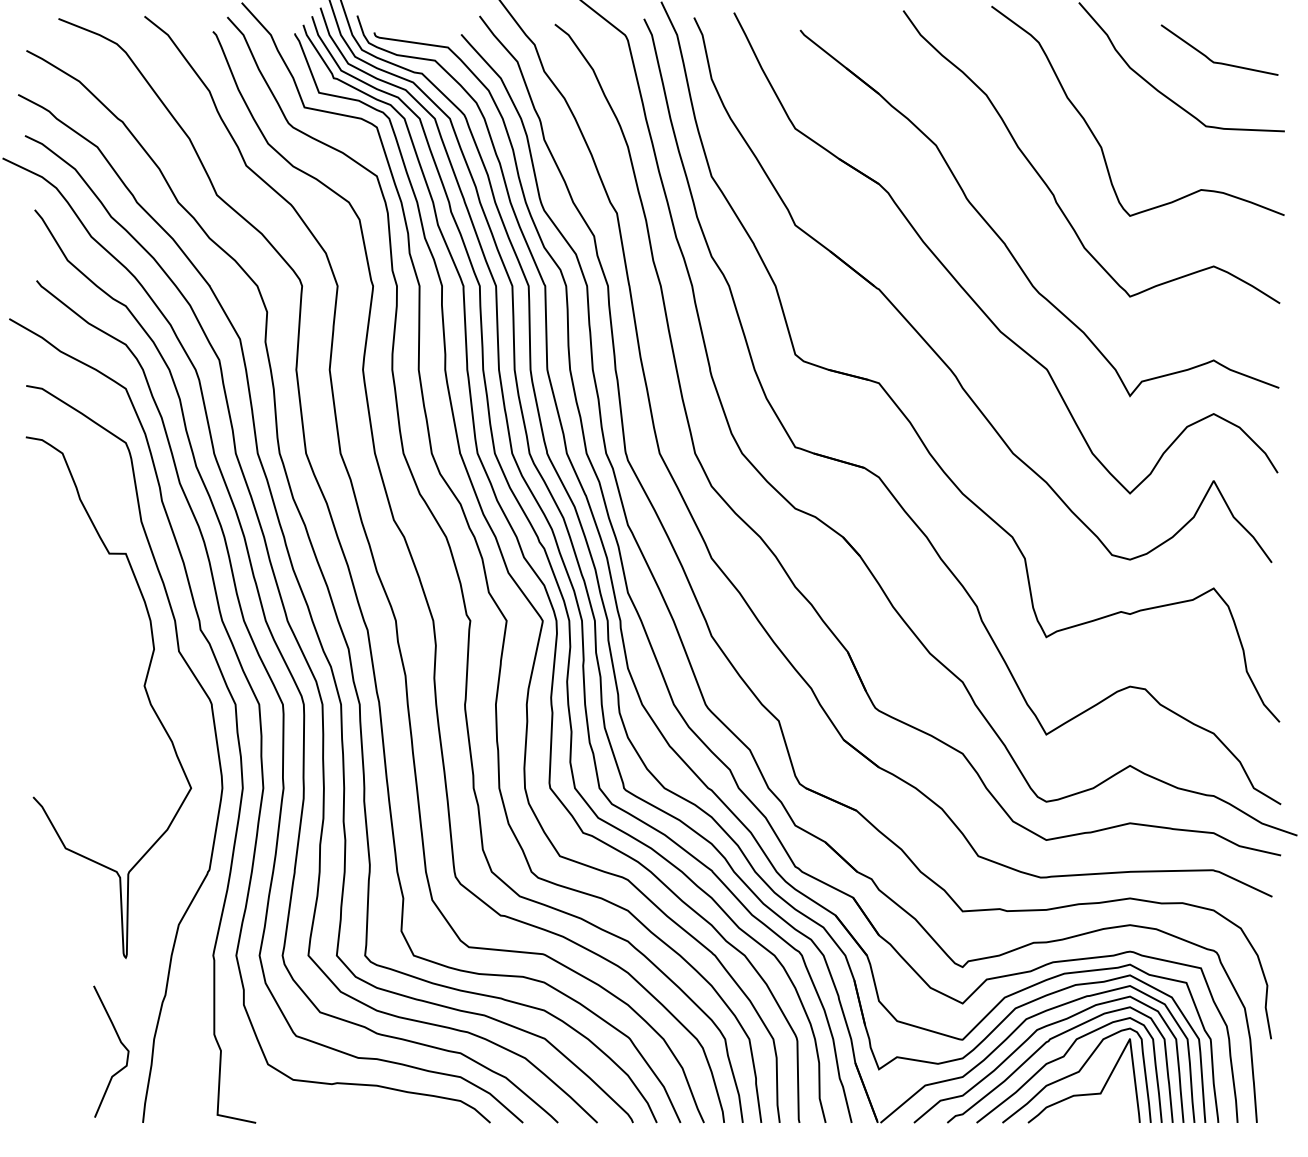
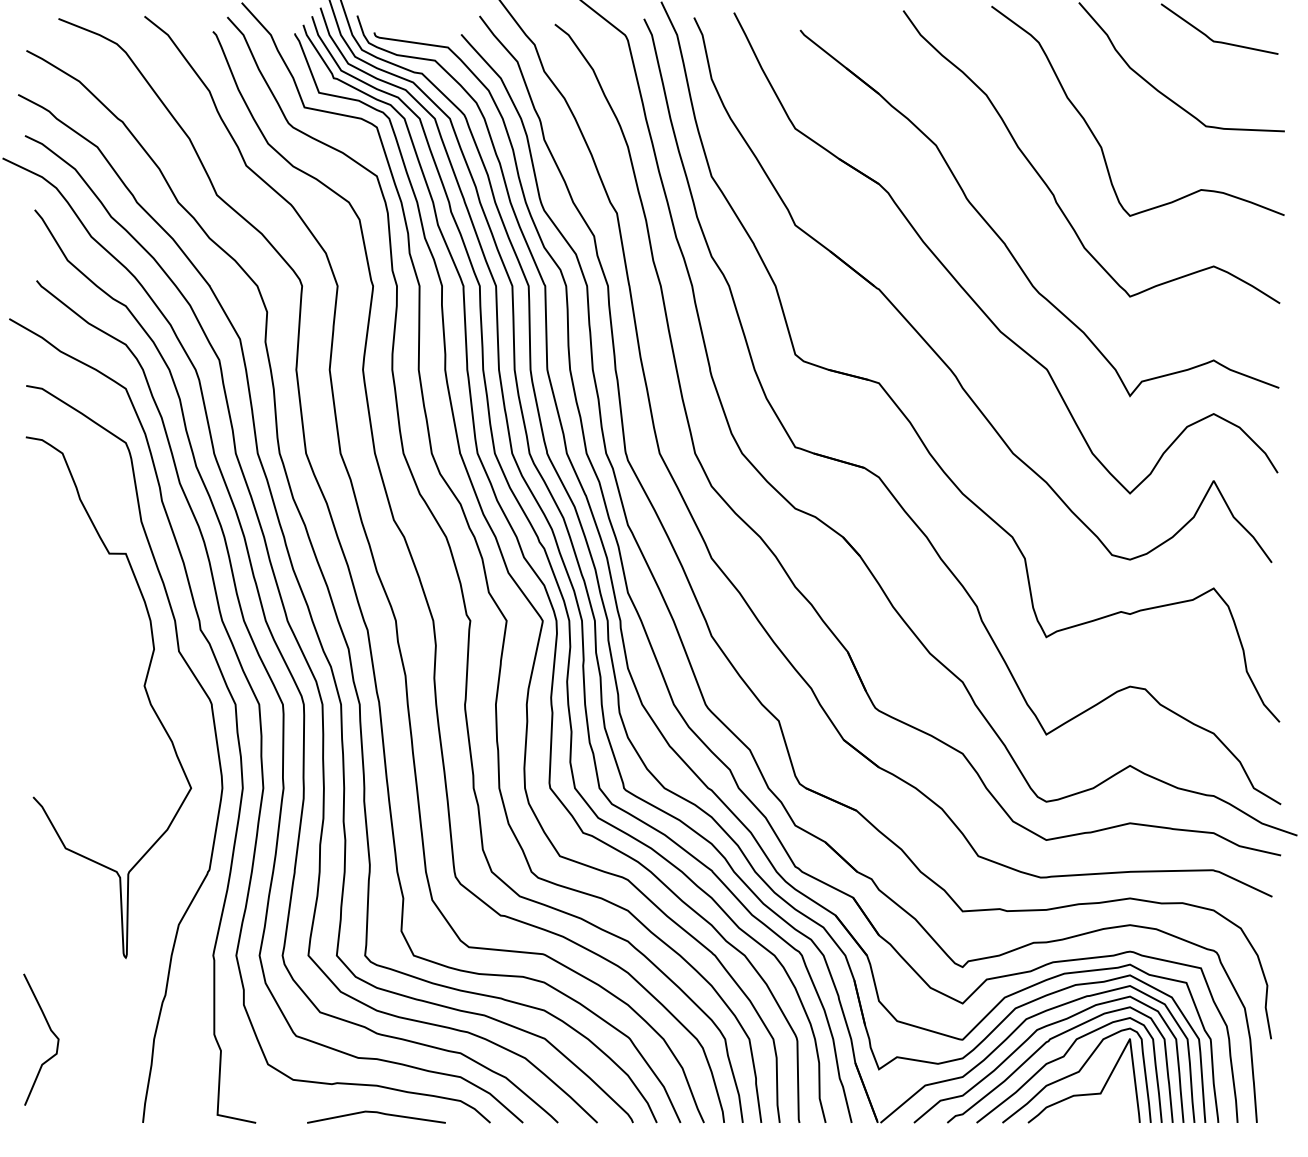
curve at (1215, 61) position: (1215, 61) -> (1215, 40)
curve at (120, 1043) position: (120, 1043) -> (50, 1031)
line at (376, 1113): none -> present
